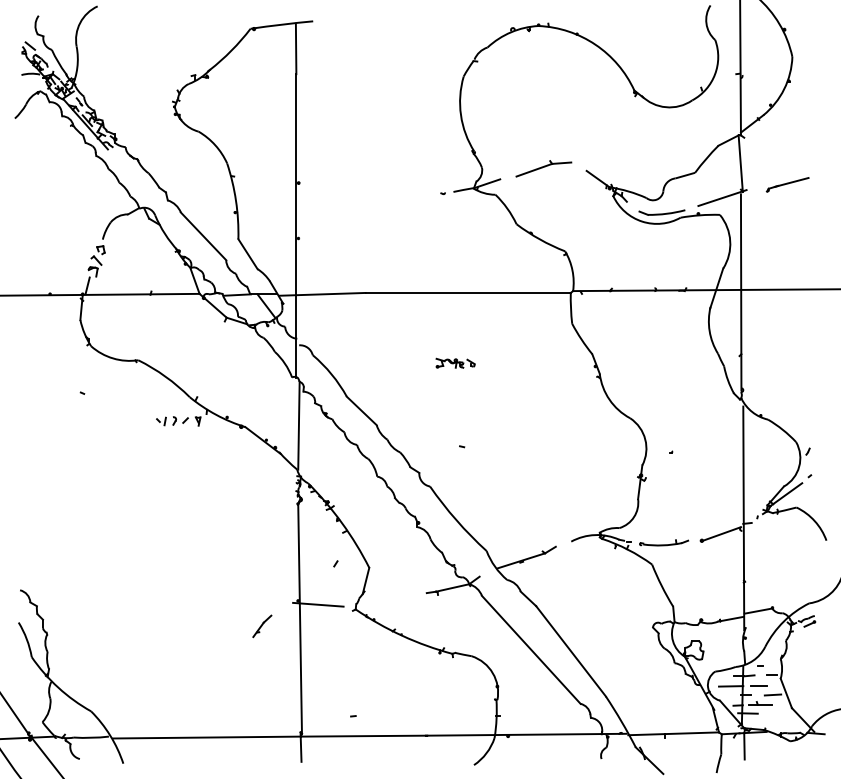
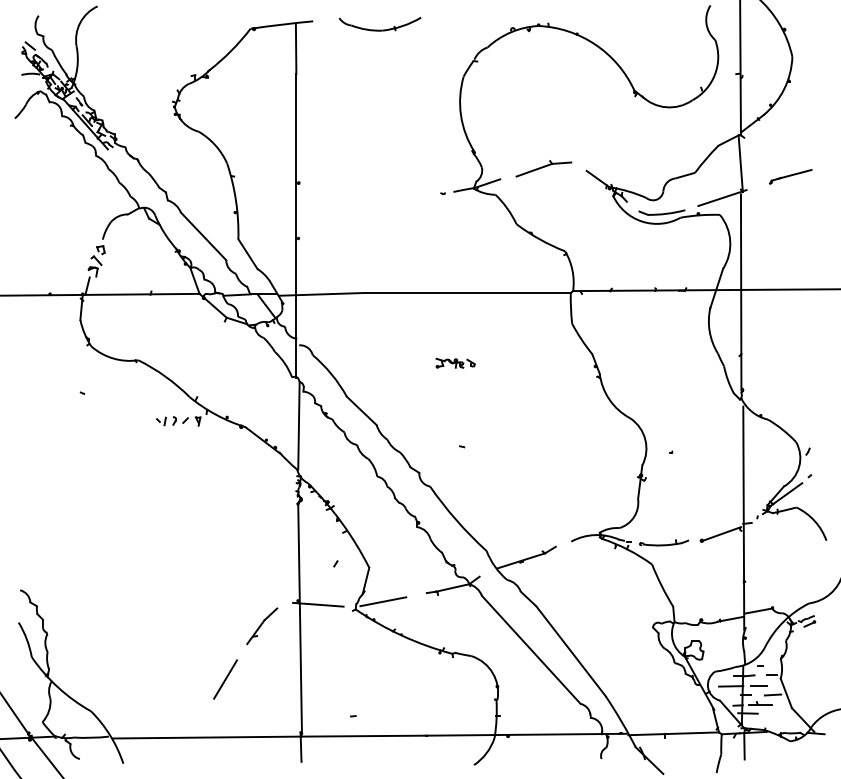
part at (379, 24): none -> present
part at (787, 184) position: (787, 184) -> (790, 176)
line at (383, 601): none -> present
part at (262, 626) size: 21x25 px -> 33x39 px
line at (225, 679): none -> present
